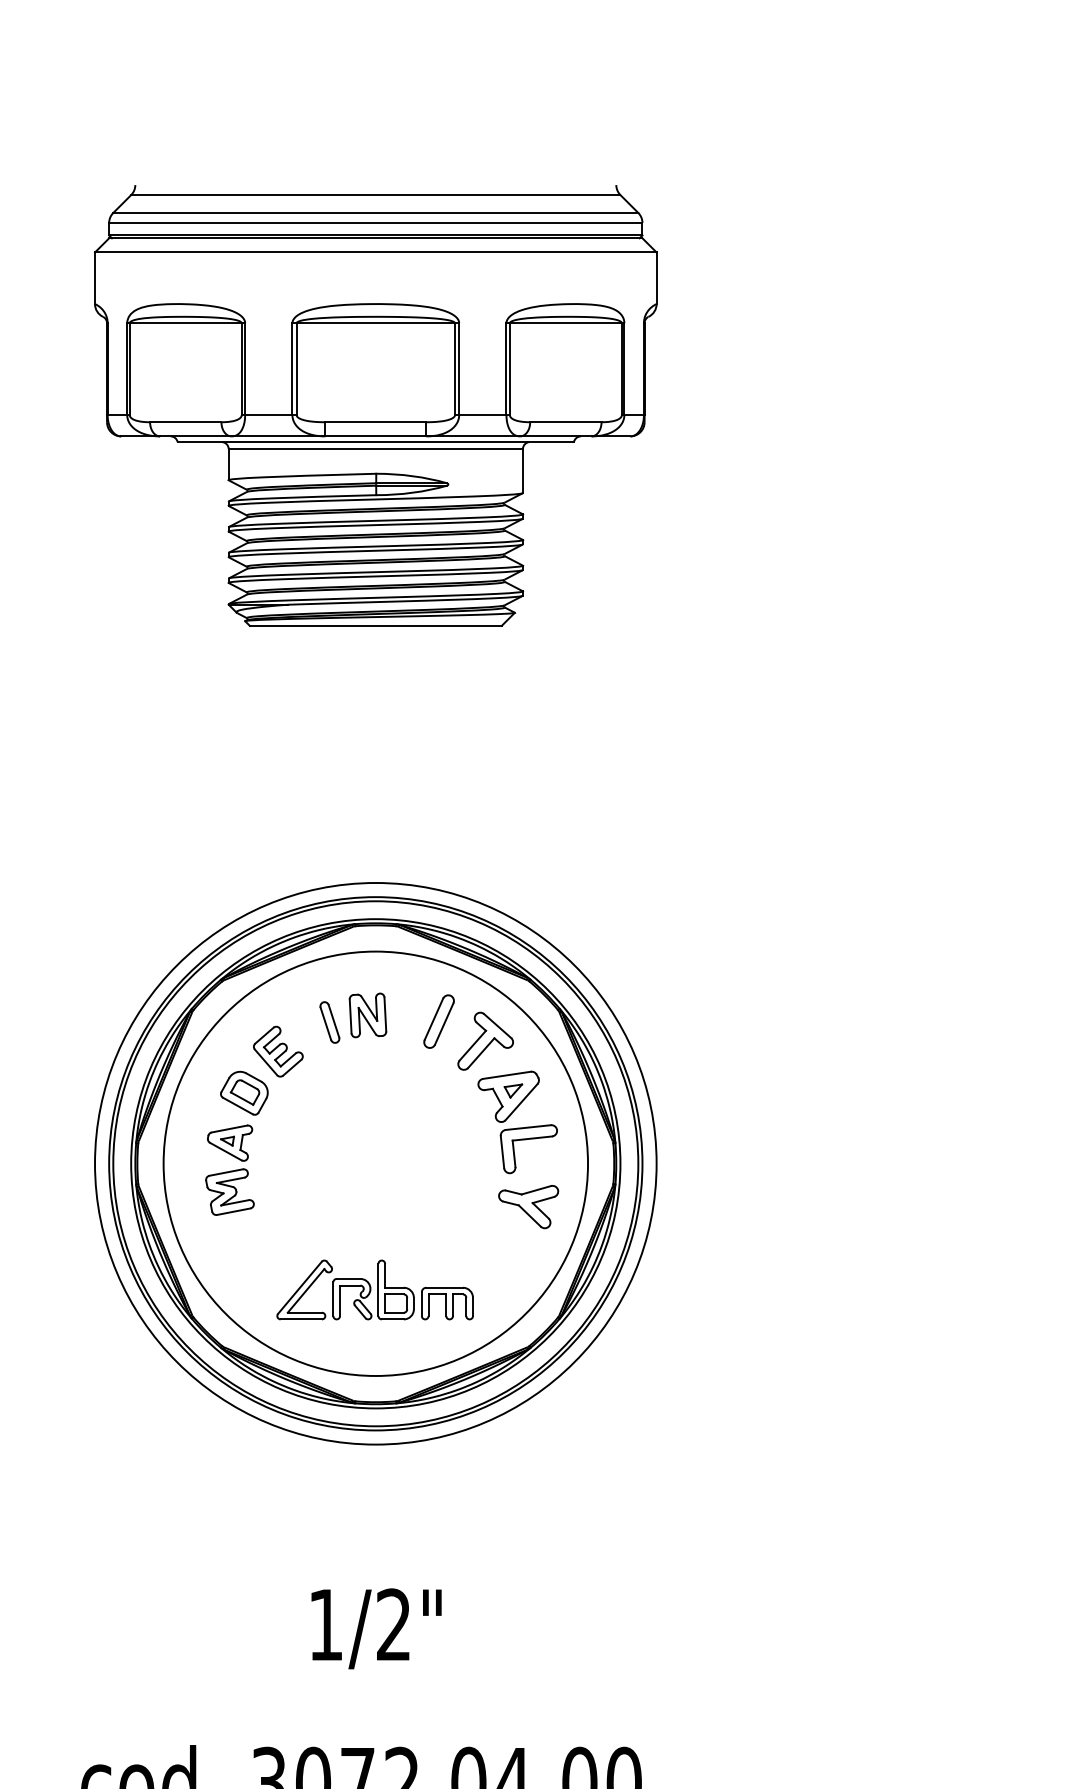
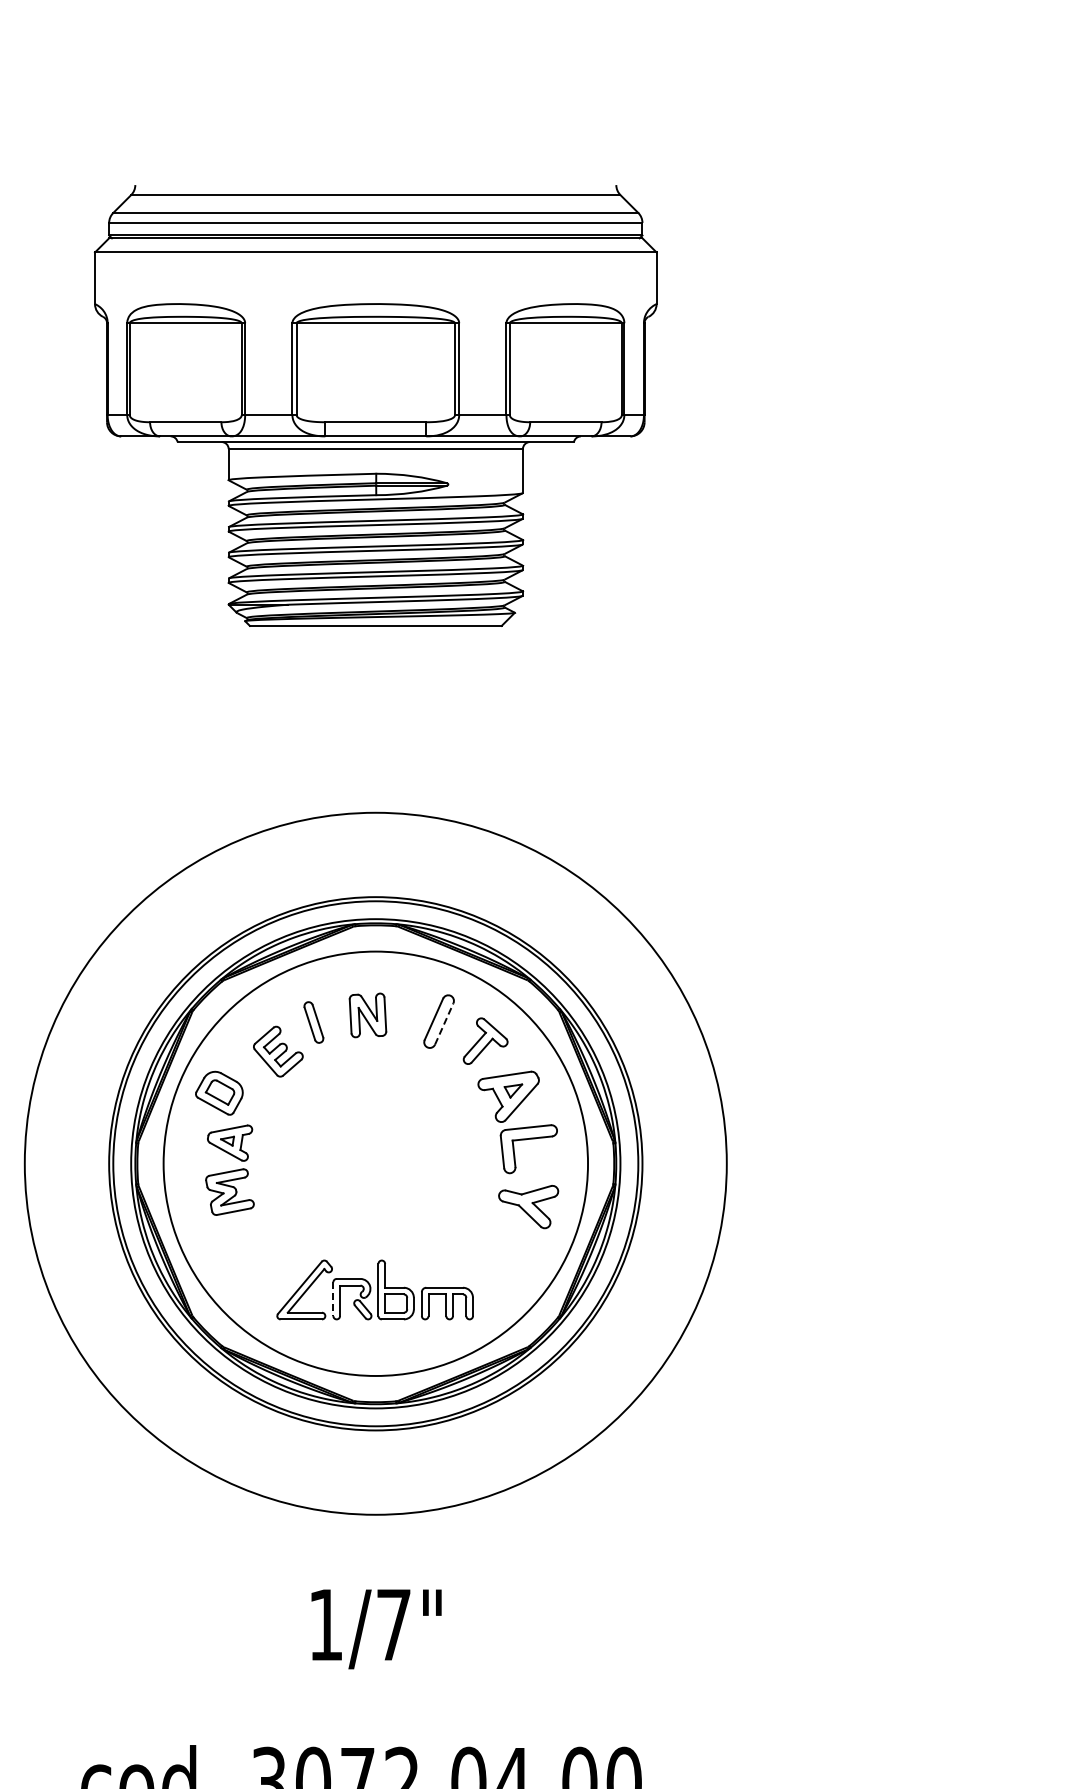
part at (329, 1022) position: (329, 1022) -> (313, 1022)
line at (444, 1023): solid -> dashed
part at (485, 1040) size: 57x60 px -> 47x48 px
part at (244, 1092) position: (244, 1092) -> (219, 1092)
circle at (375, 1163) diameter: 562 px -> 702 px
line at (333, 1299): solid -> dashed
text at (393, 1624): 1/2" -> 1/7"
